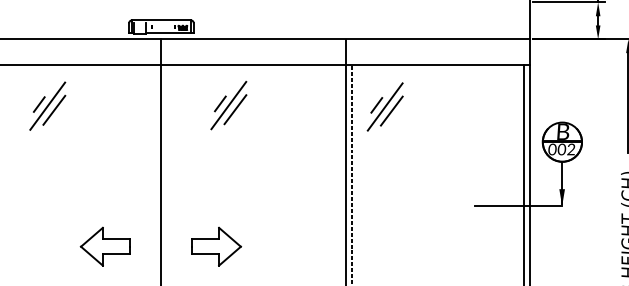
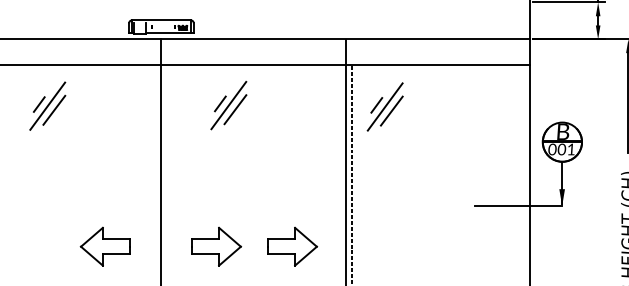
text at (571, 149): 002 -> 001
line at (523, 173): present -> none
part at (292, 246): none -> present
